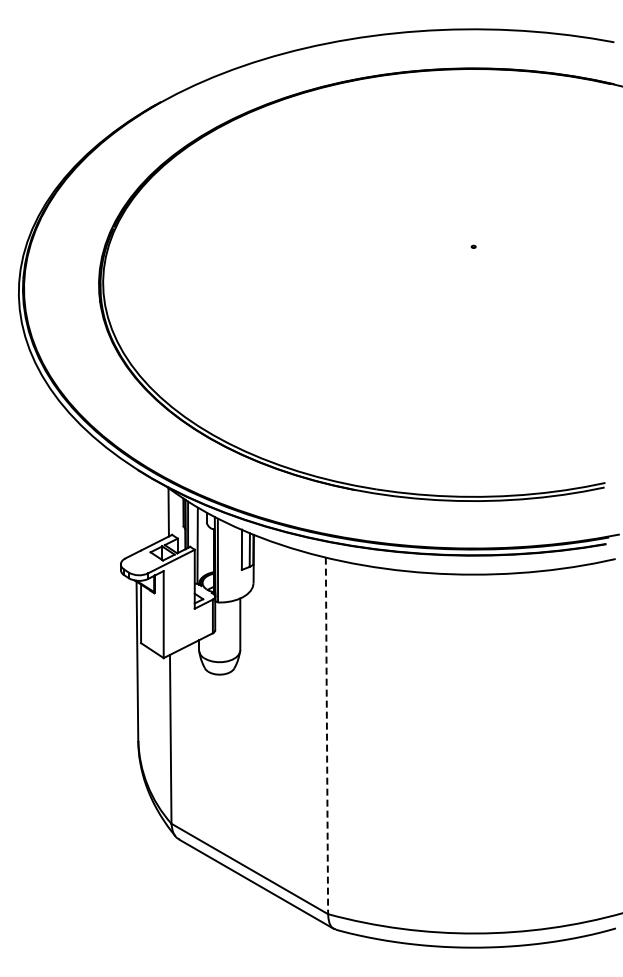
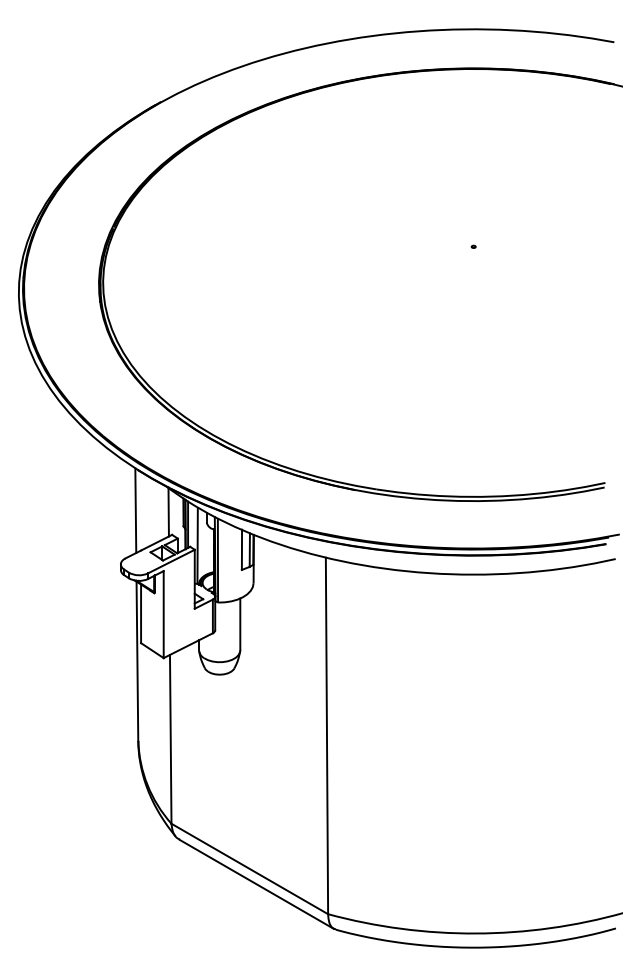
line at (135, 510): none -> present
line at (326, 736): dashed -> solid
